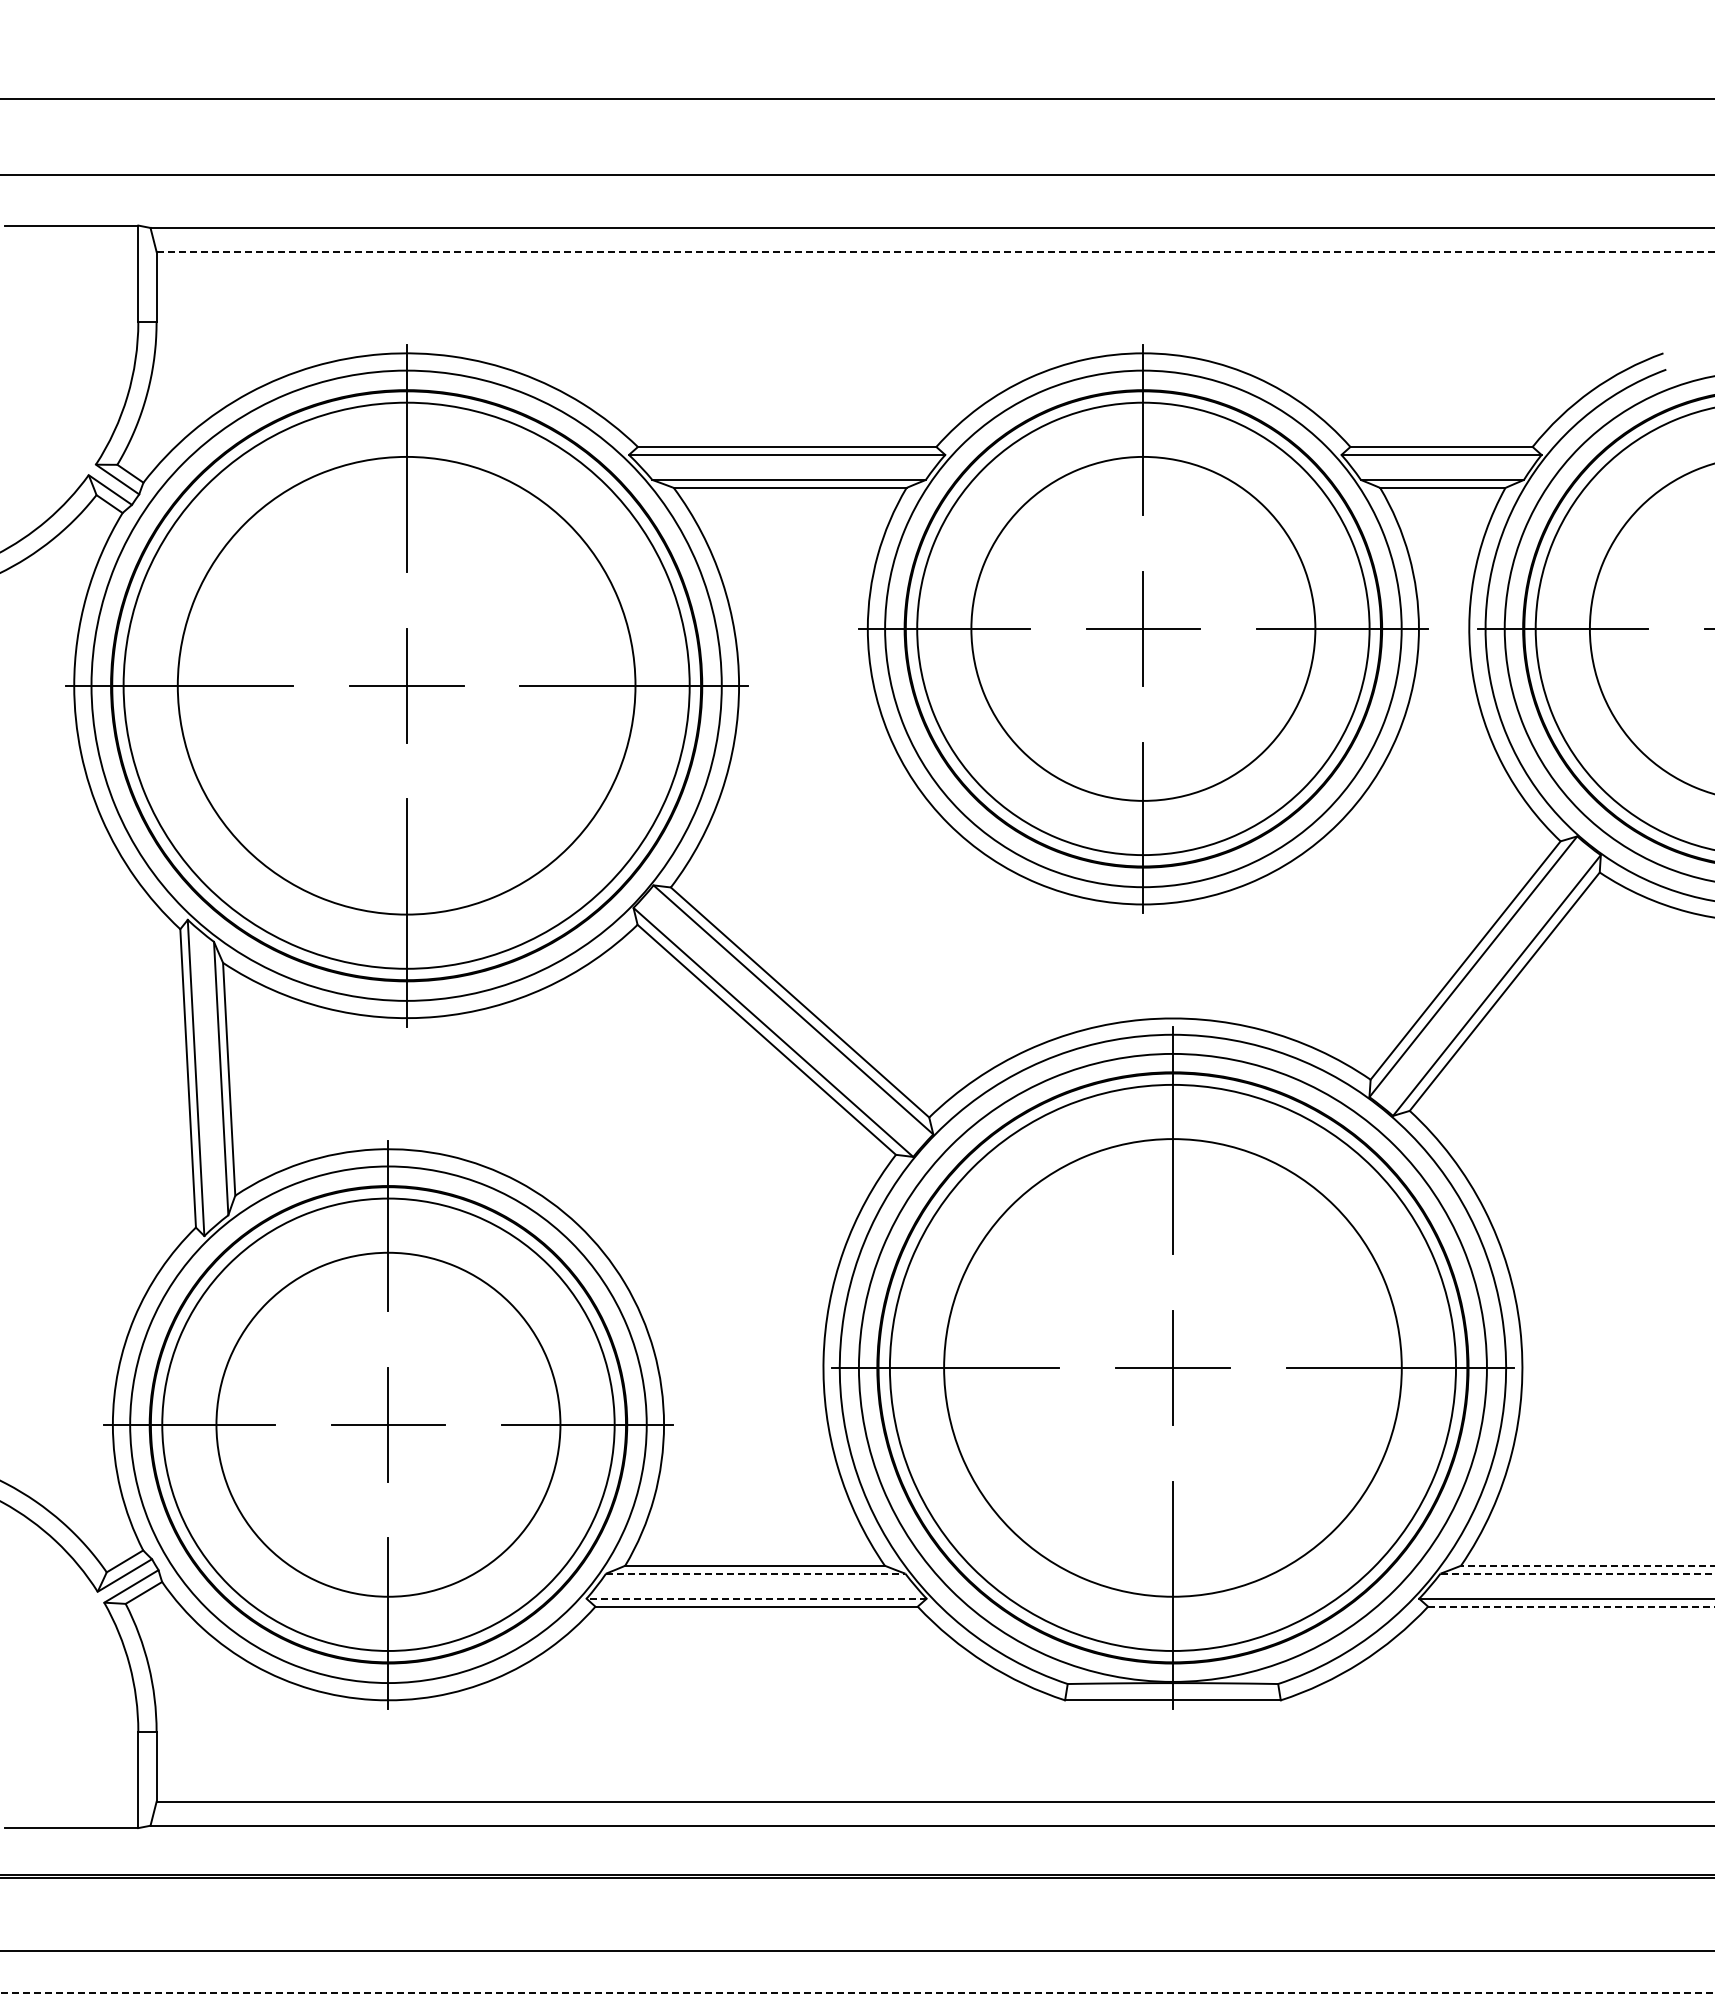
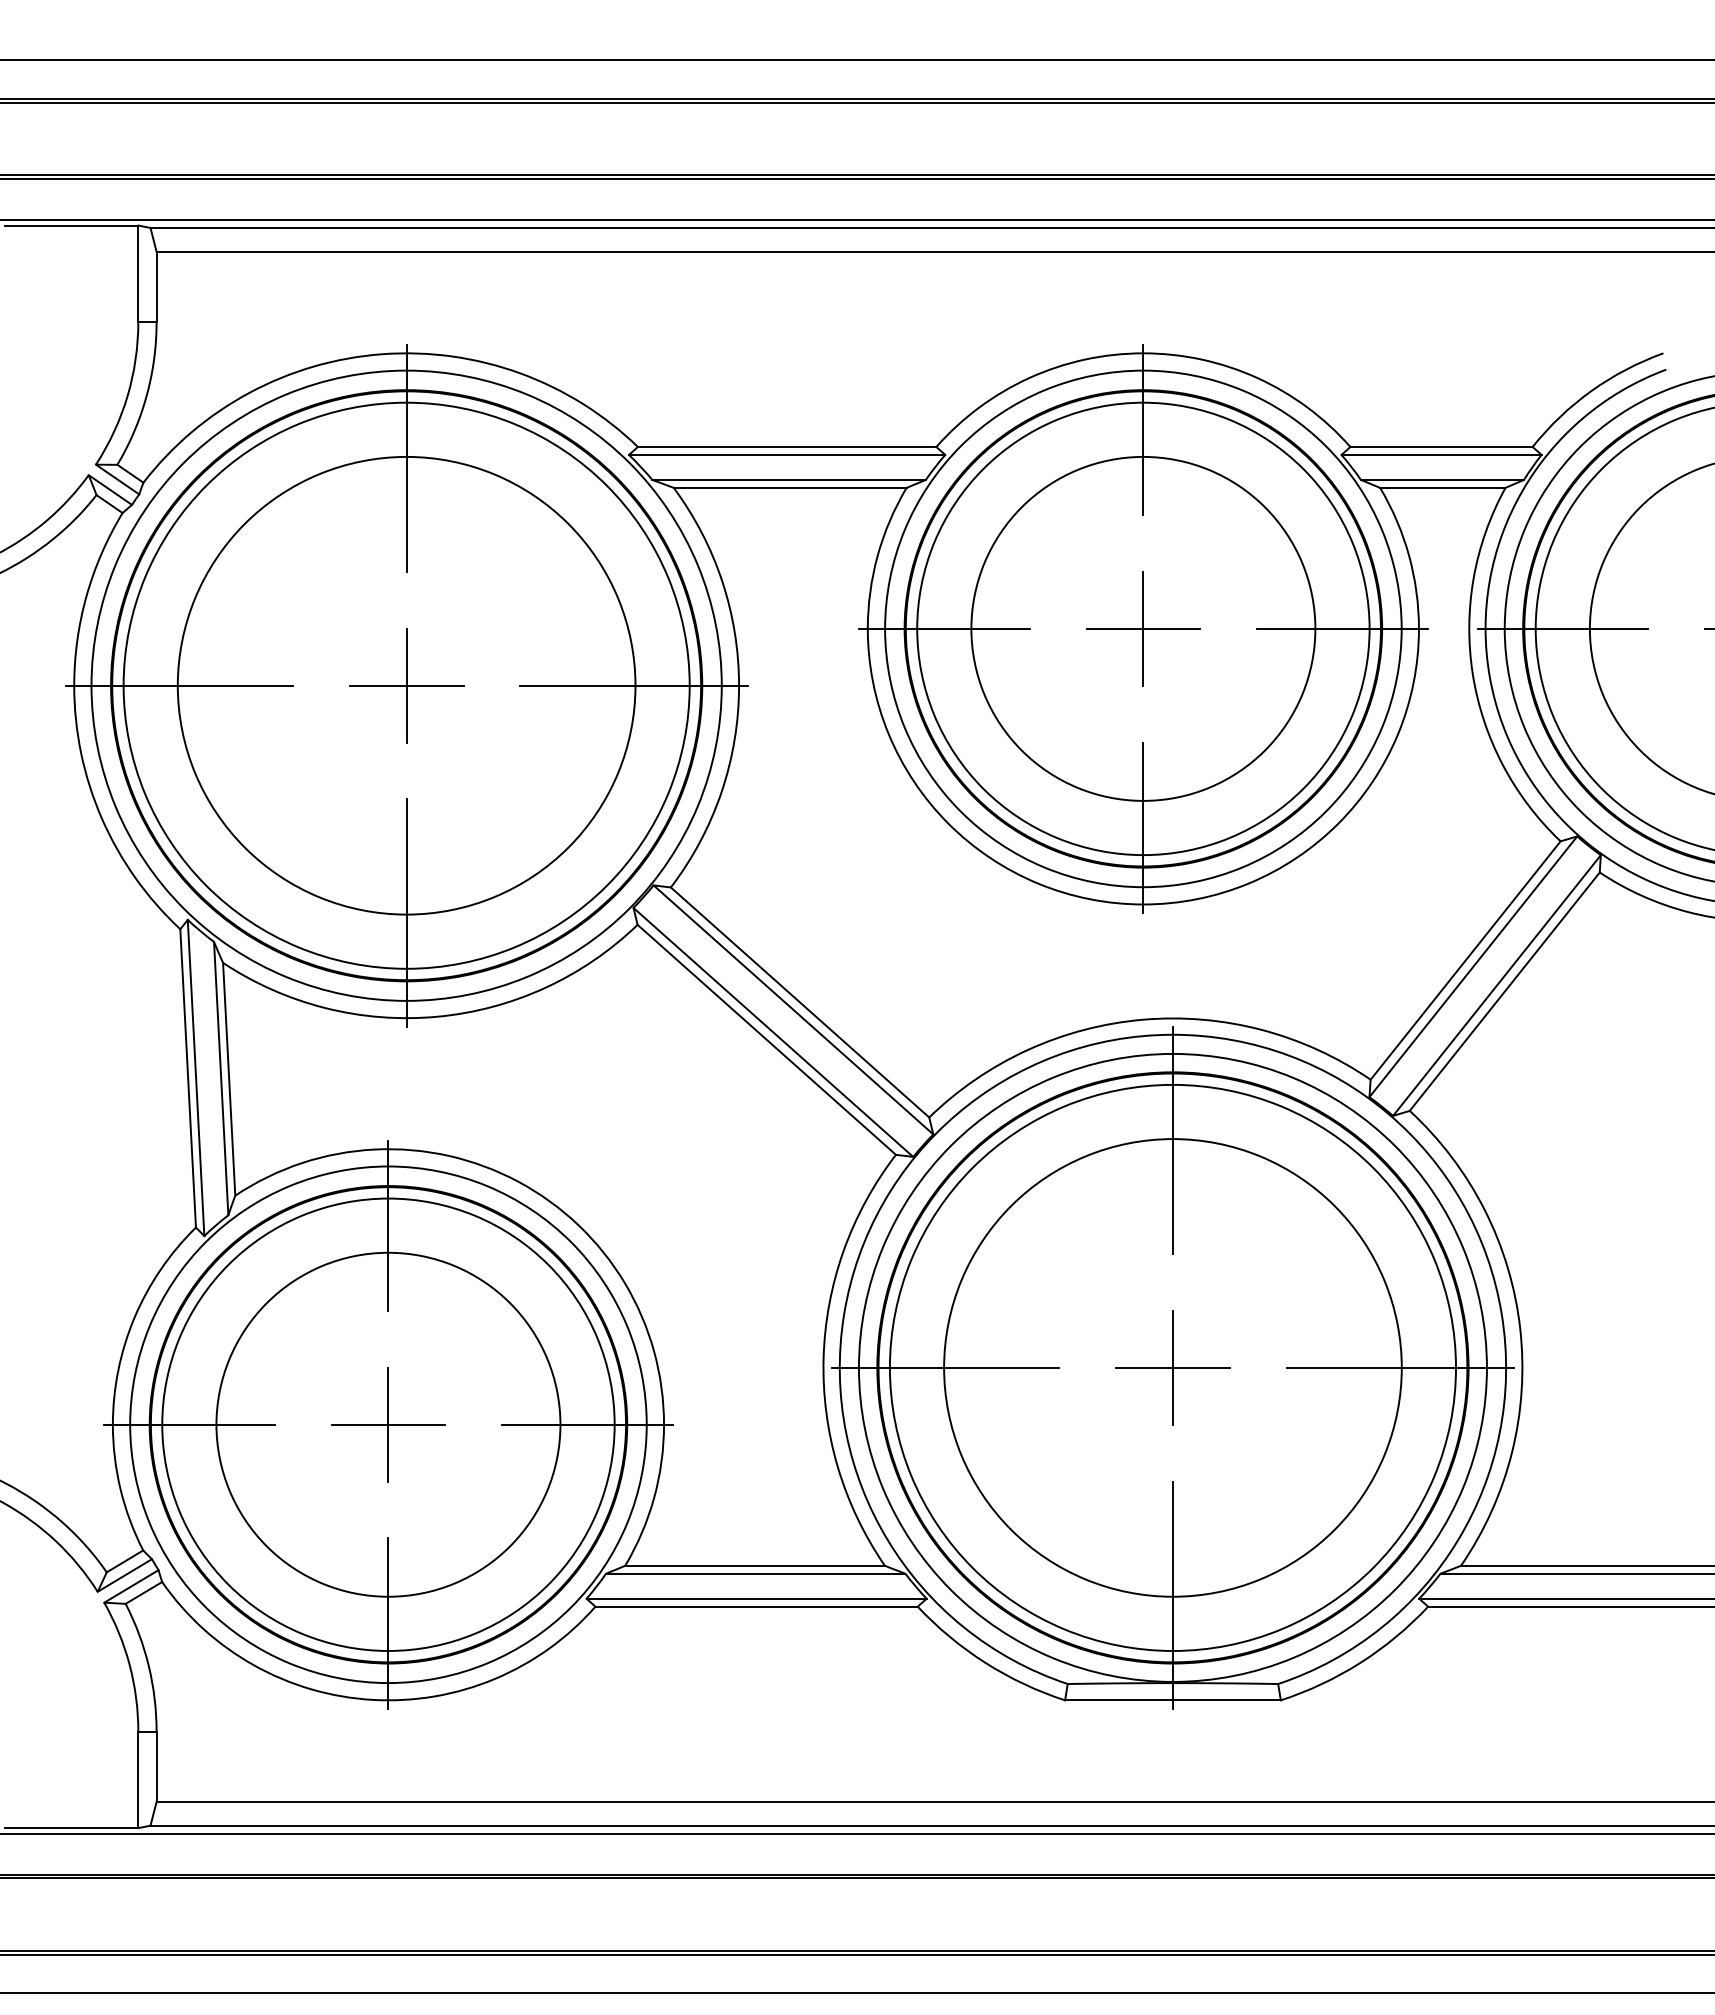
line at (856, 60): none -> present
line at (856, 102): none -> present
line at (856, 178): none -> present
line at (856, 219): none -> present
line at (935, 251): dashed -> solid
line at (1587, 1565): dashed -> solid
line at (755, 1573): dashed -> solid
line at (1578, 1573): dashed -> solid
line at (756, 1598): dashed -> solid
line at (1572, 1606): dashed -> solid
line at (856, 1834): none -> present
line at (856, 1954): none -> present
line at (857, 1993): dashed -> solid
